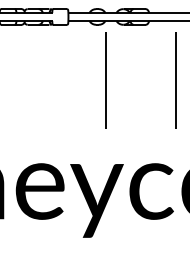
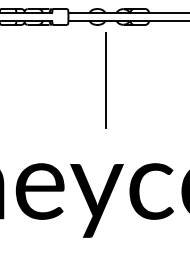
line at (175, 80): present -> none
